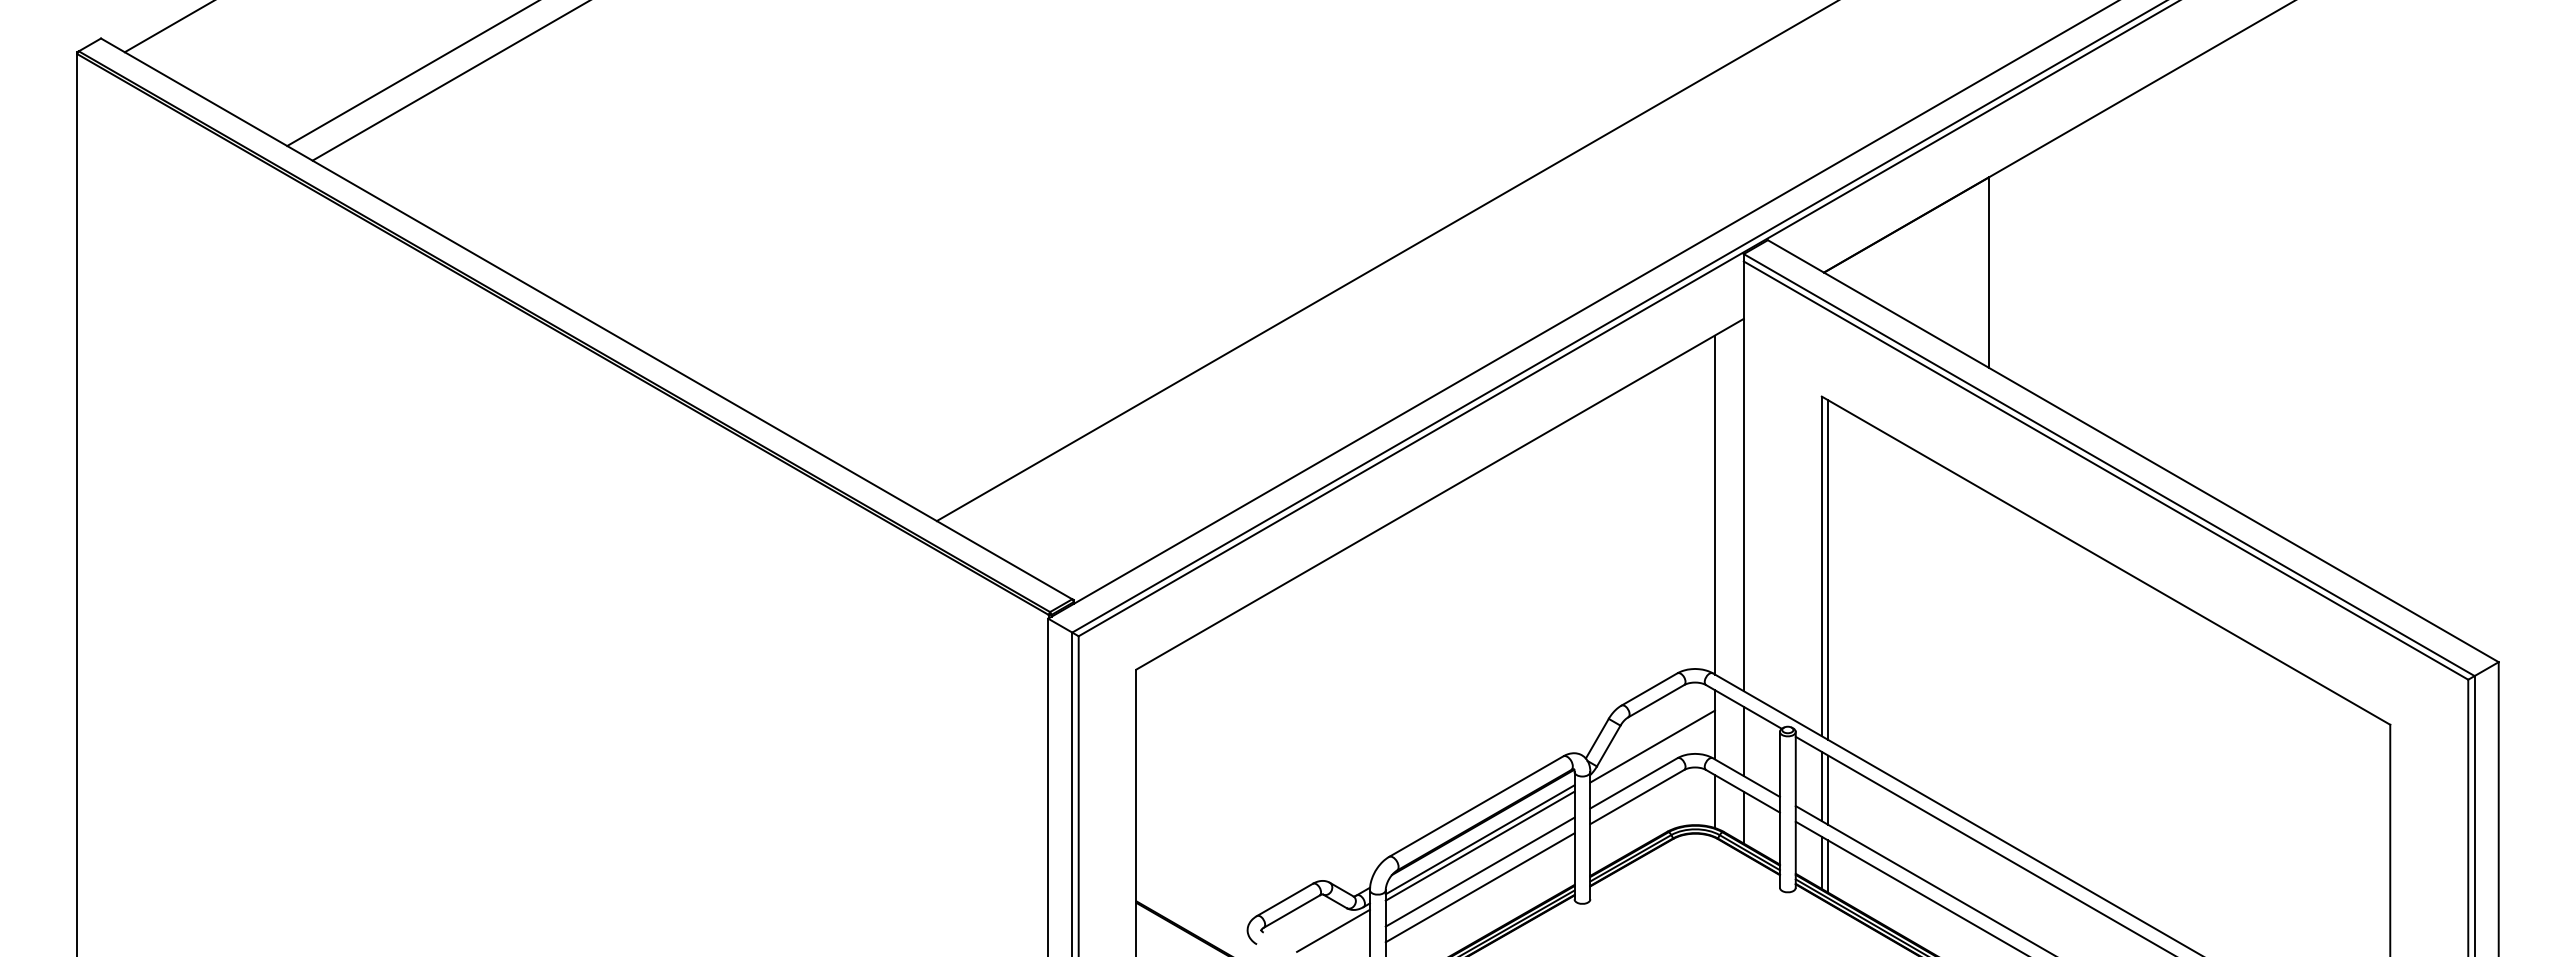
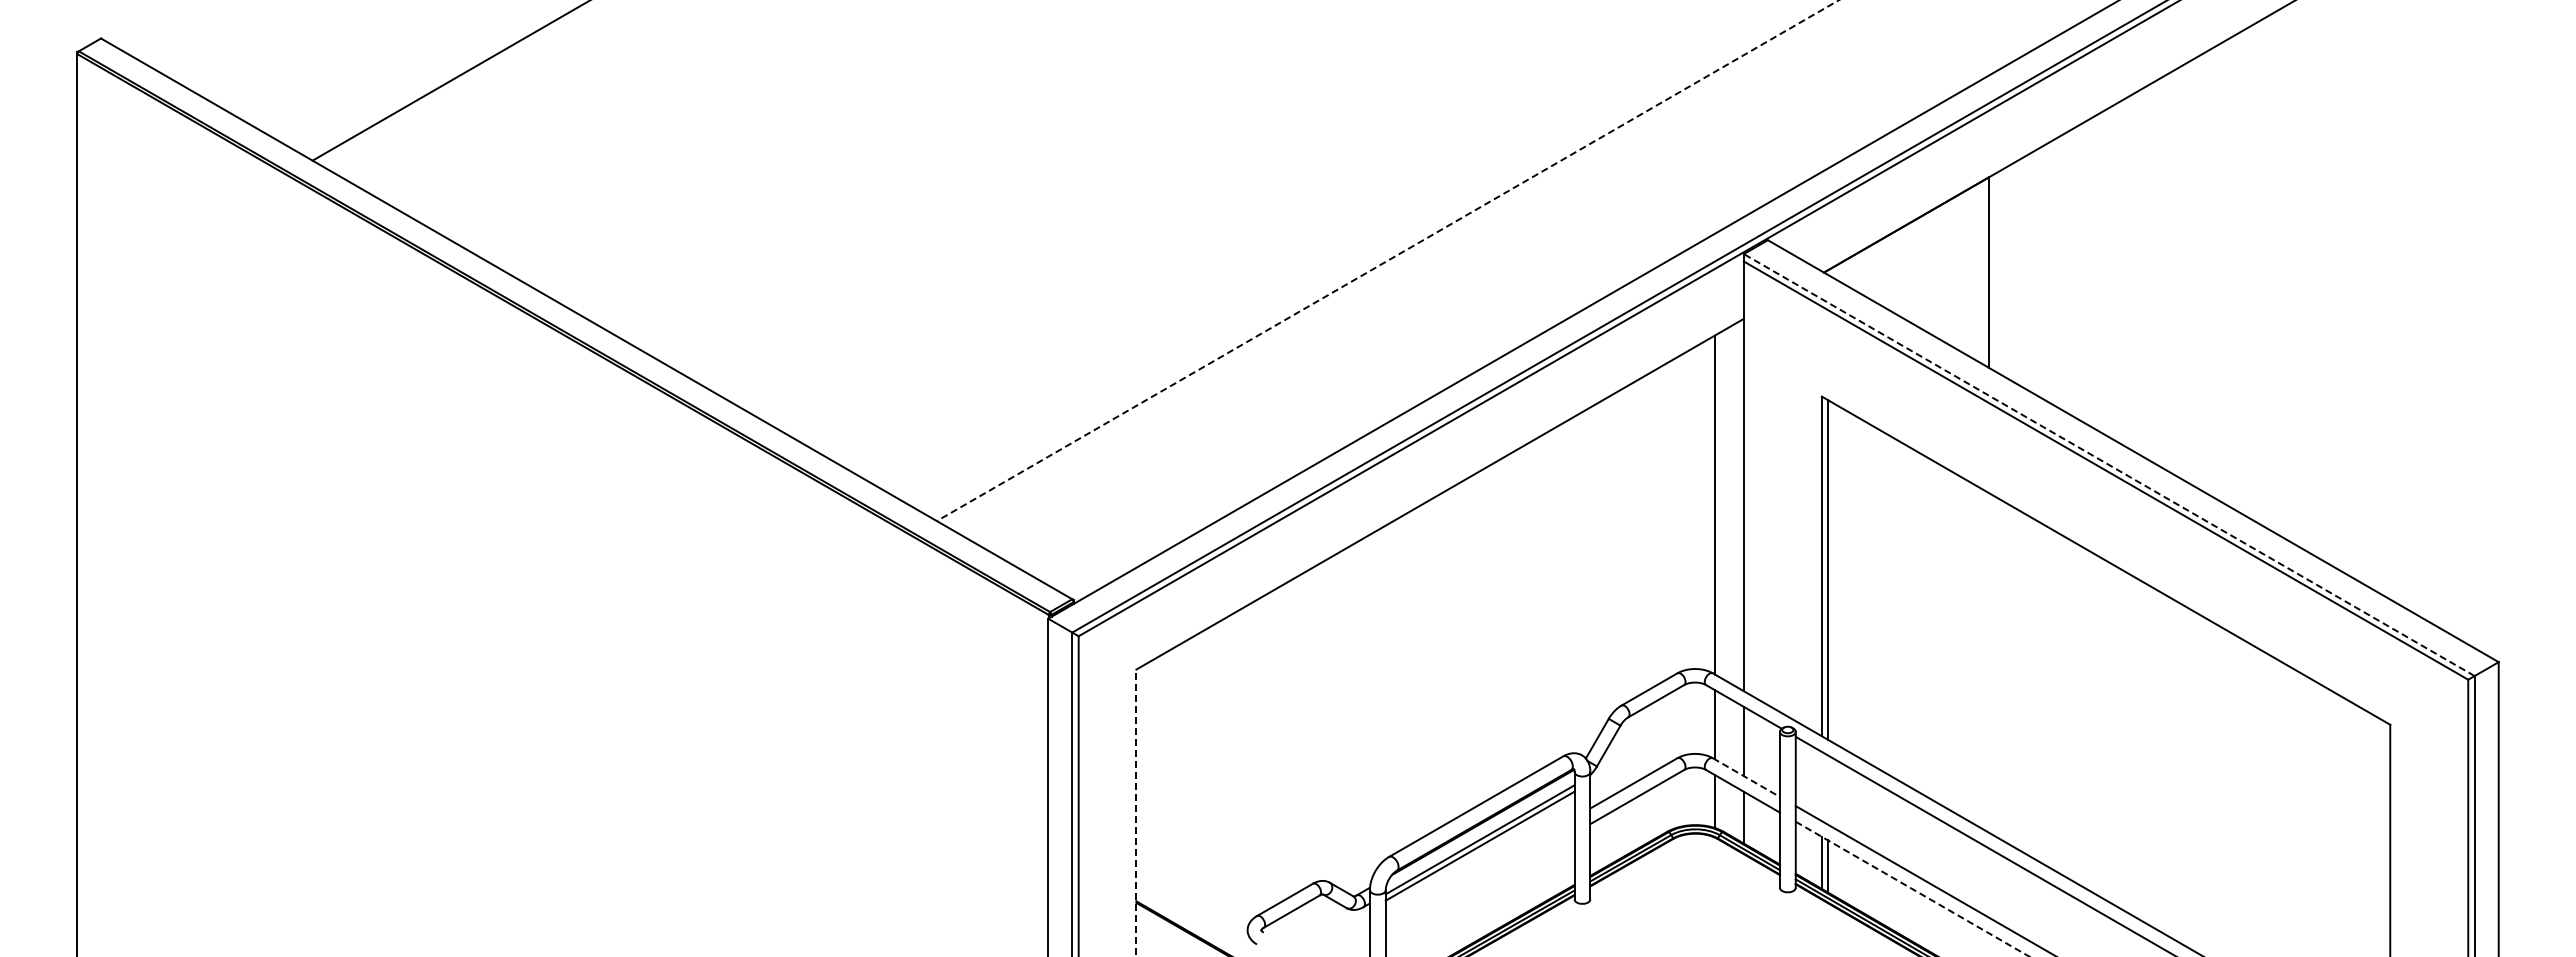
line at (167, 27): present -> none
line at (411, 74): present -> none
line at (1387, 260): solid -> dashed
line at (2109, 465): solid -> dashed
line at (1652, 746): present -> none
line at (1746, 777): solid -> dashed
line at (1821, 786): present -> none
line at (1828, 789): present -> none
line at (1136, 812): solid -> dashed
line at (1479, 871): present -> none
line at (1479, 887): present -> none
line at (1912, 889): solid -> dashed
line at (1333, 930): present -> none
